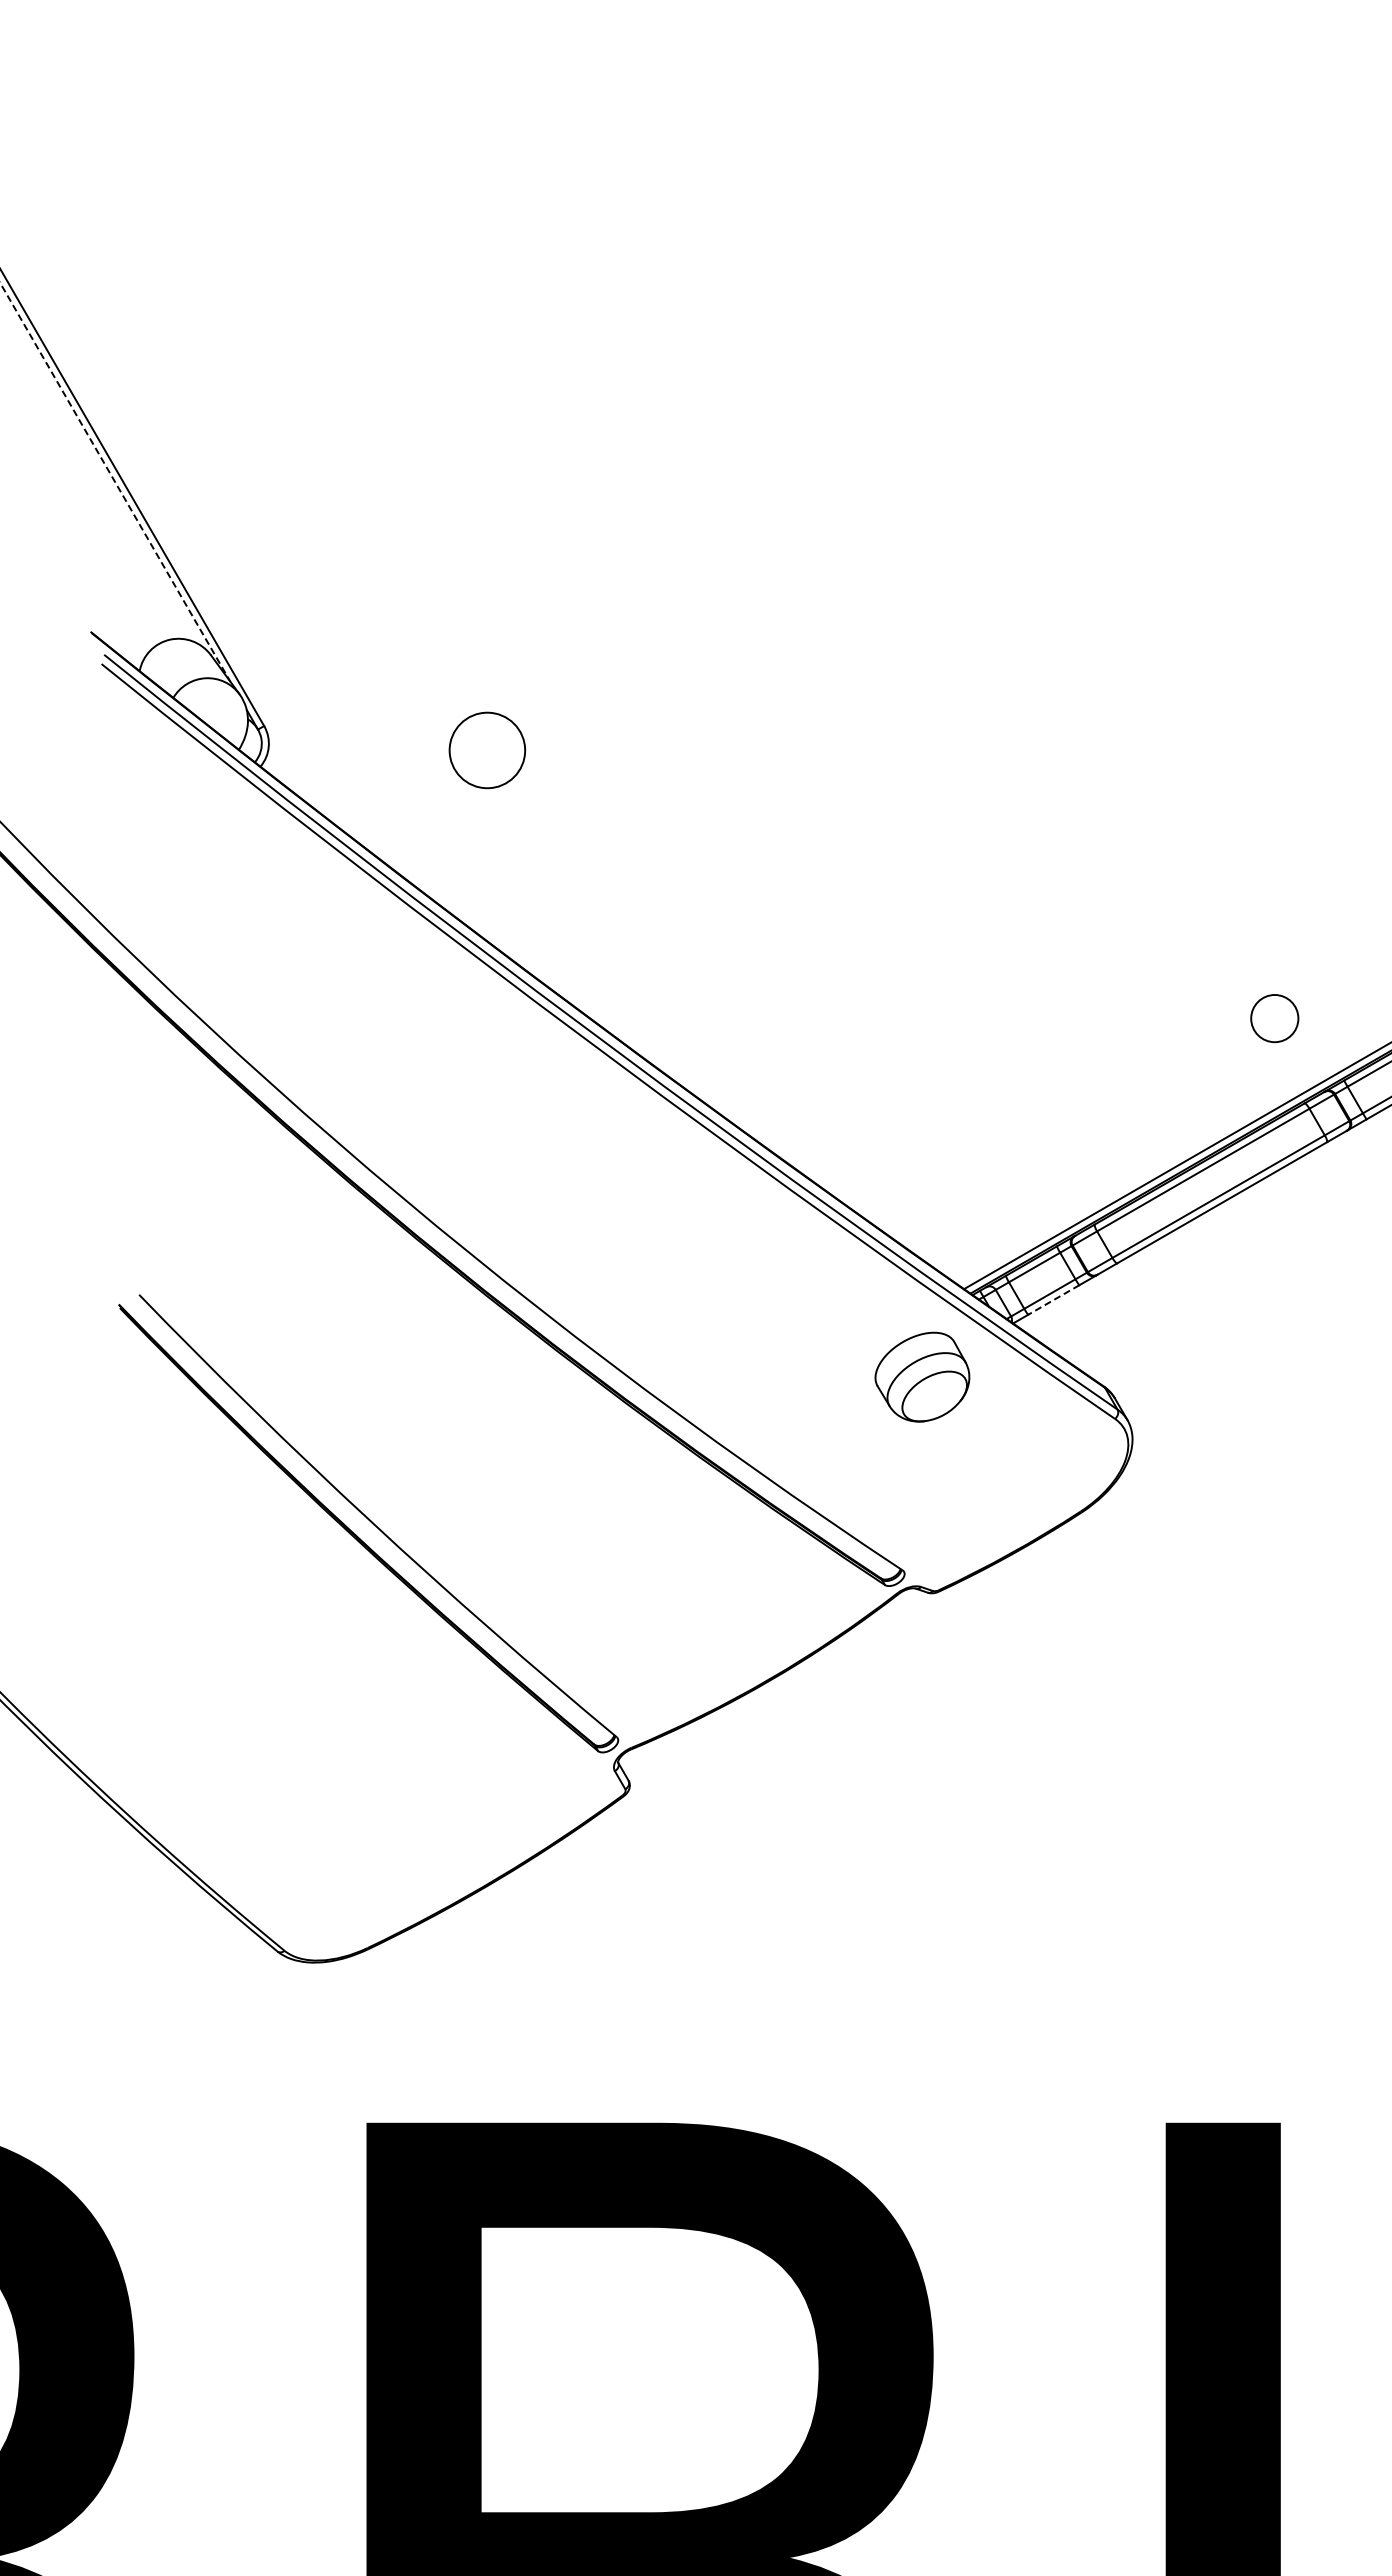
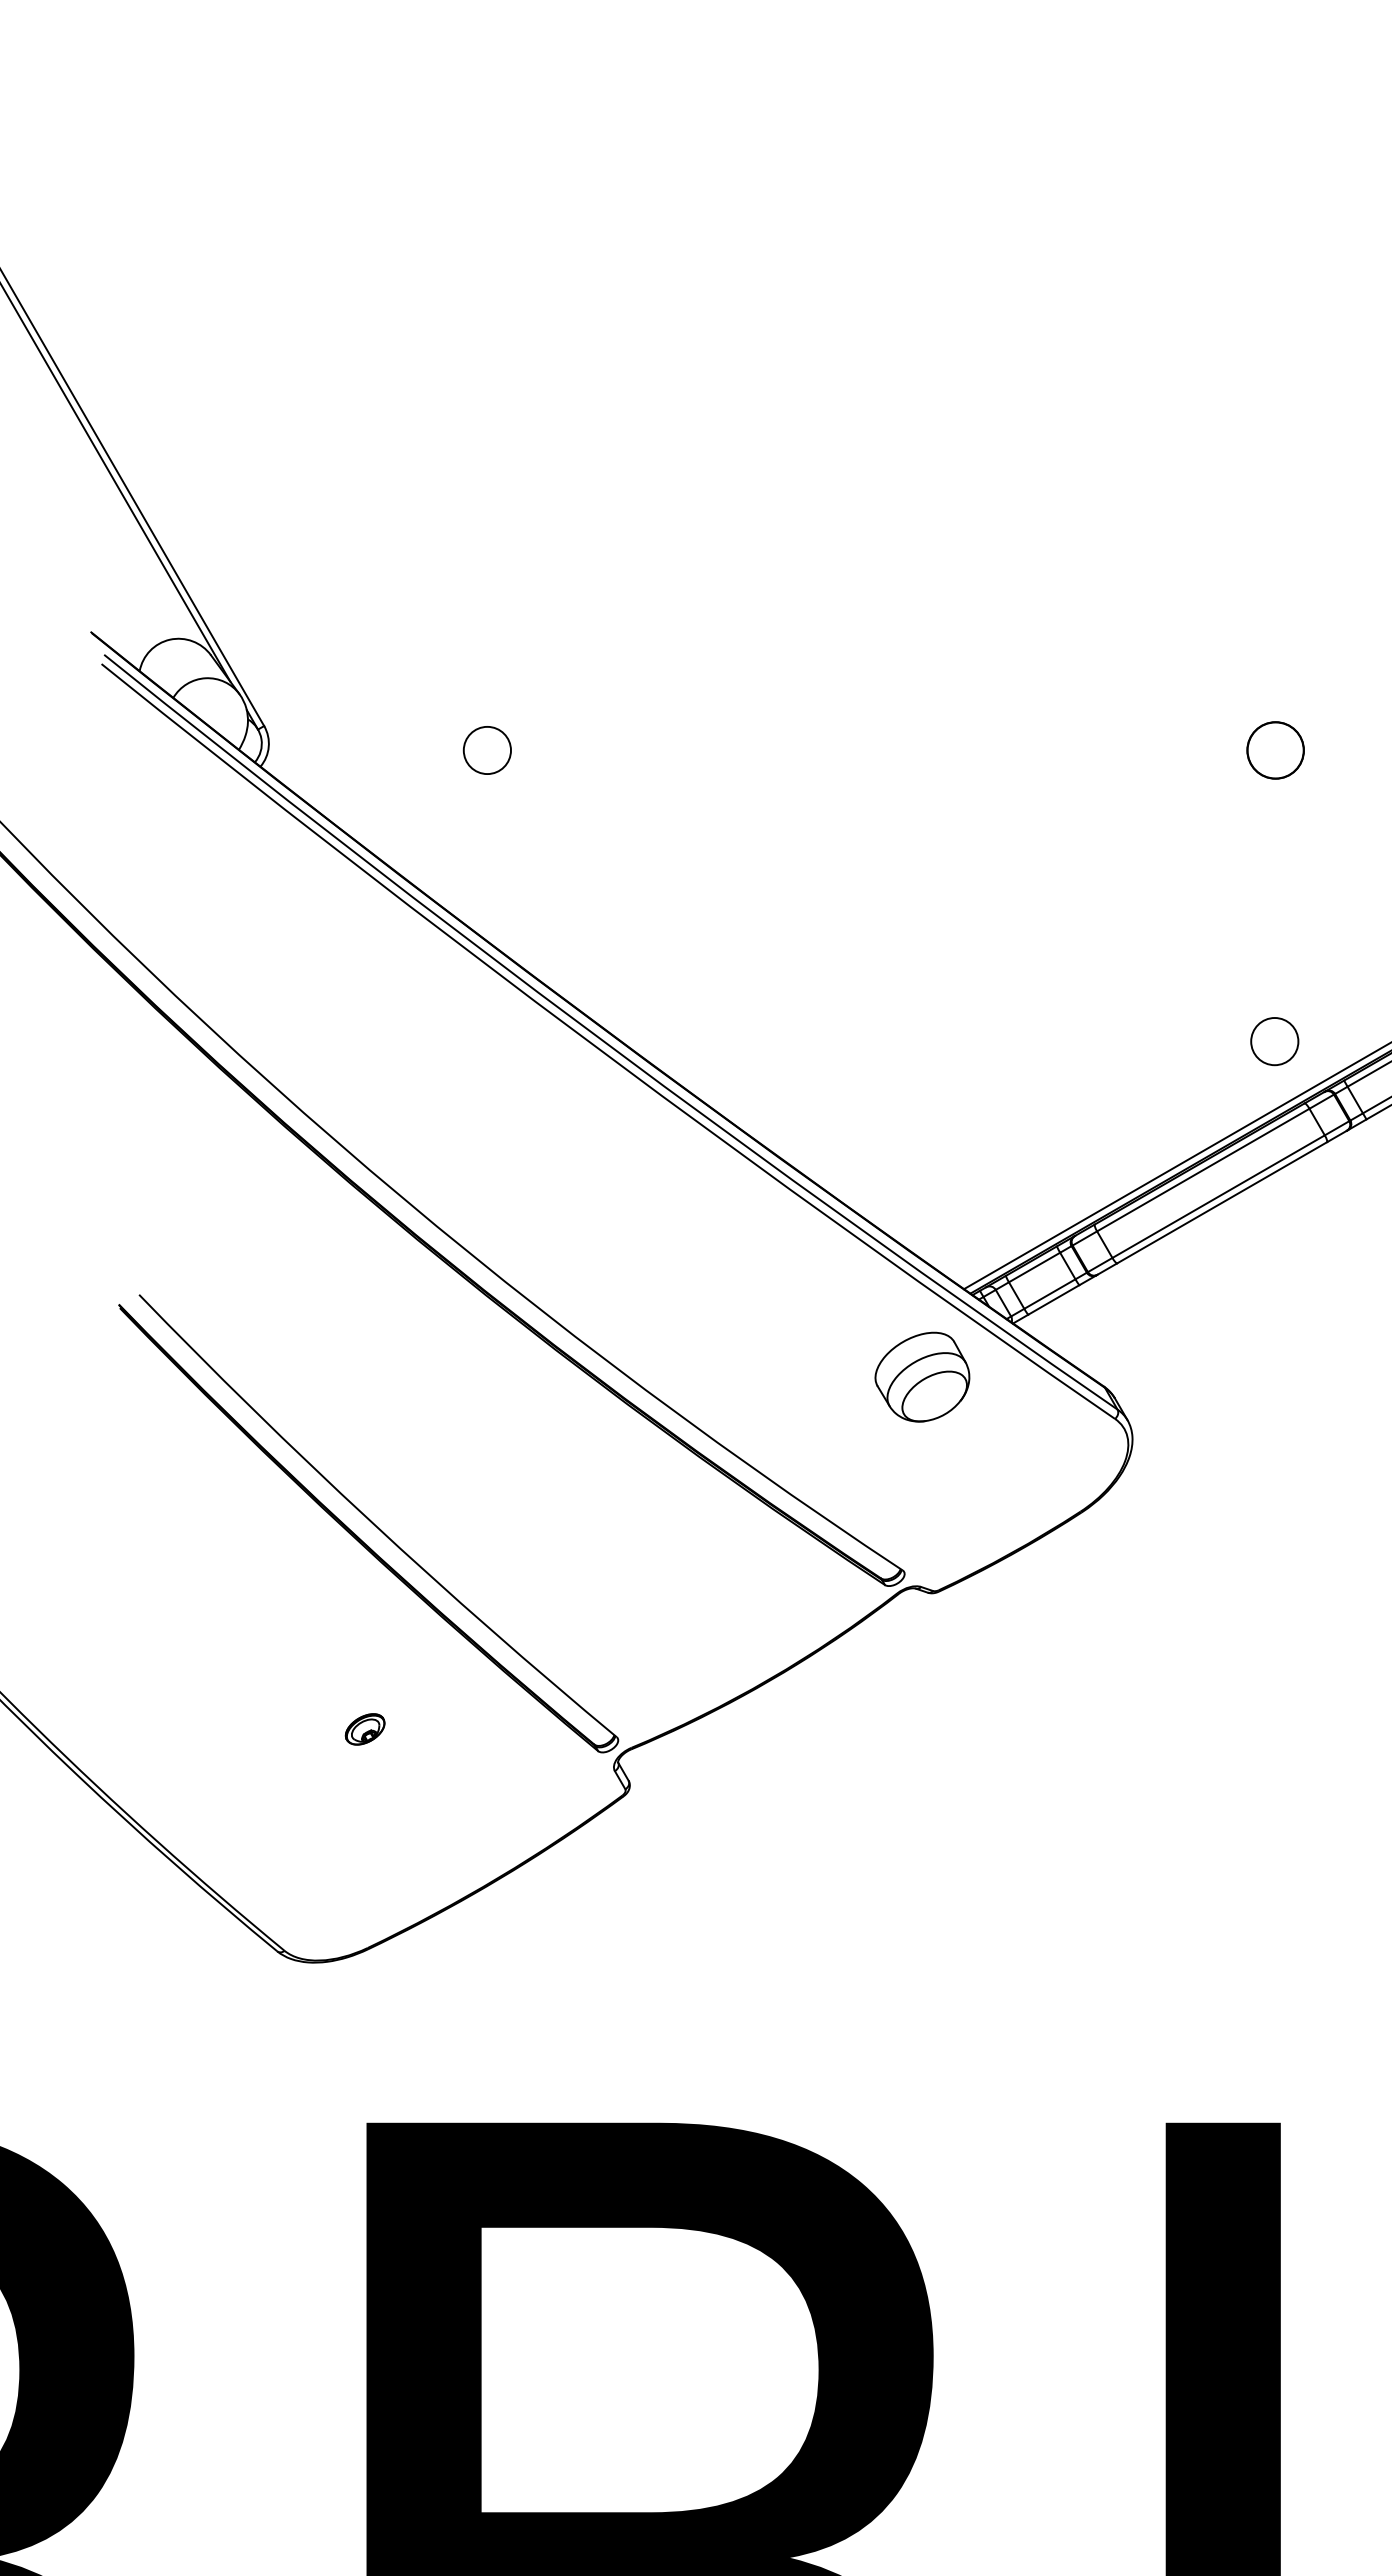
line at (115, 482): dashed -> solid
circle at (487, 750) diameter: 76 px -> 47 px
circle at (1275, 750): none -> present
circle at (1274, 1018) position: (1274, 1018) -> (1274, 1041)
line at (1053, 1299): dashed -> solid
part at (364, 1729): none -> present
